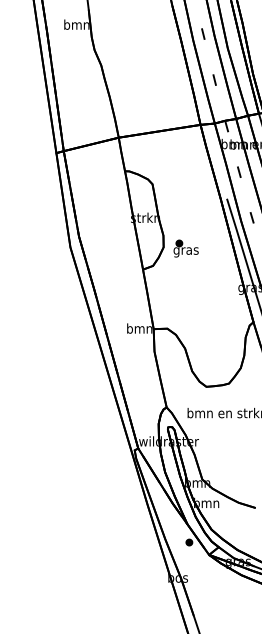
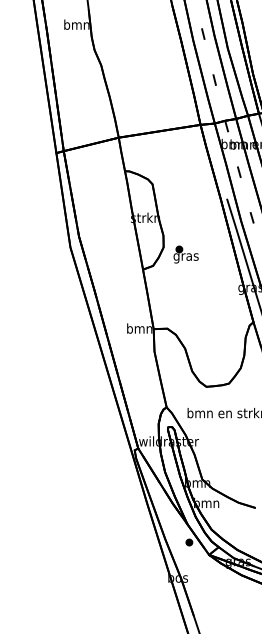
part at (185, 248) position: (185, 248) -> (185, 254)
